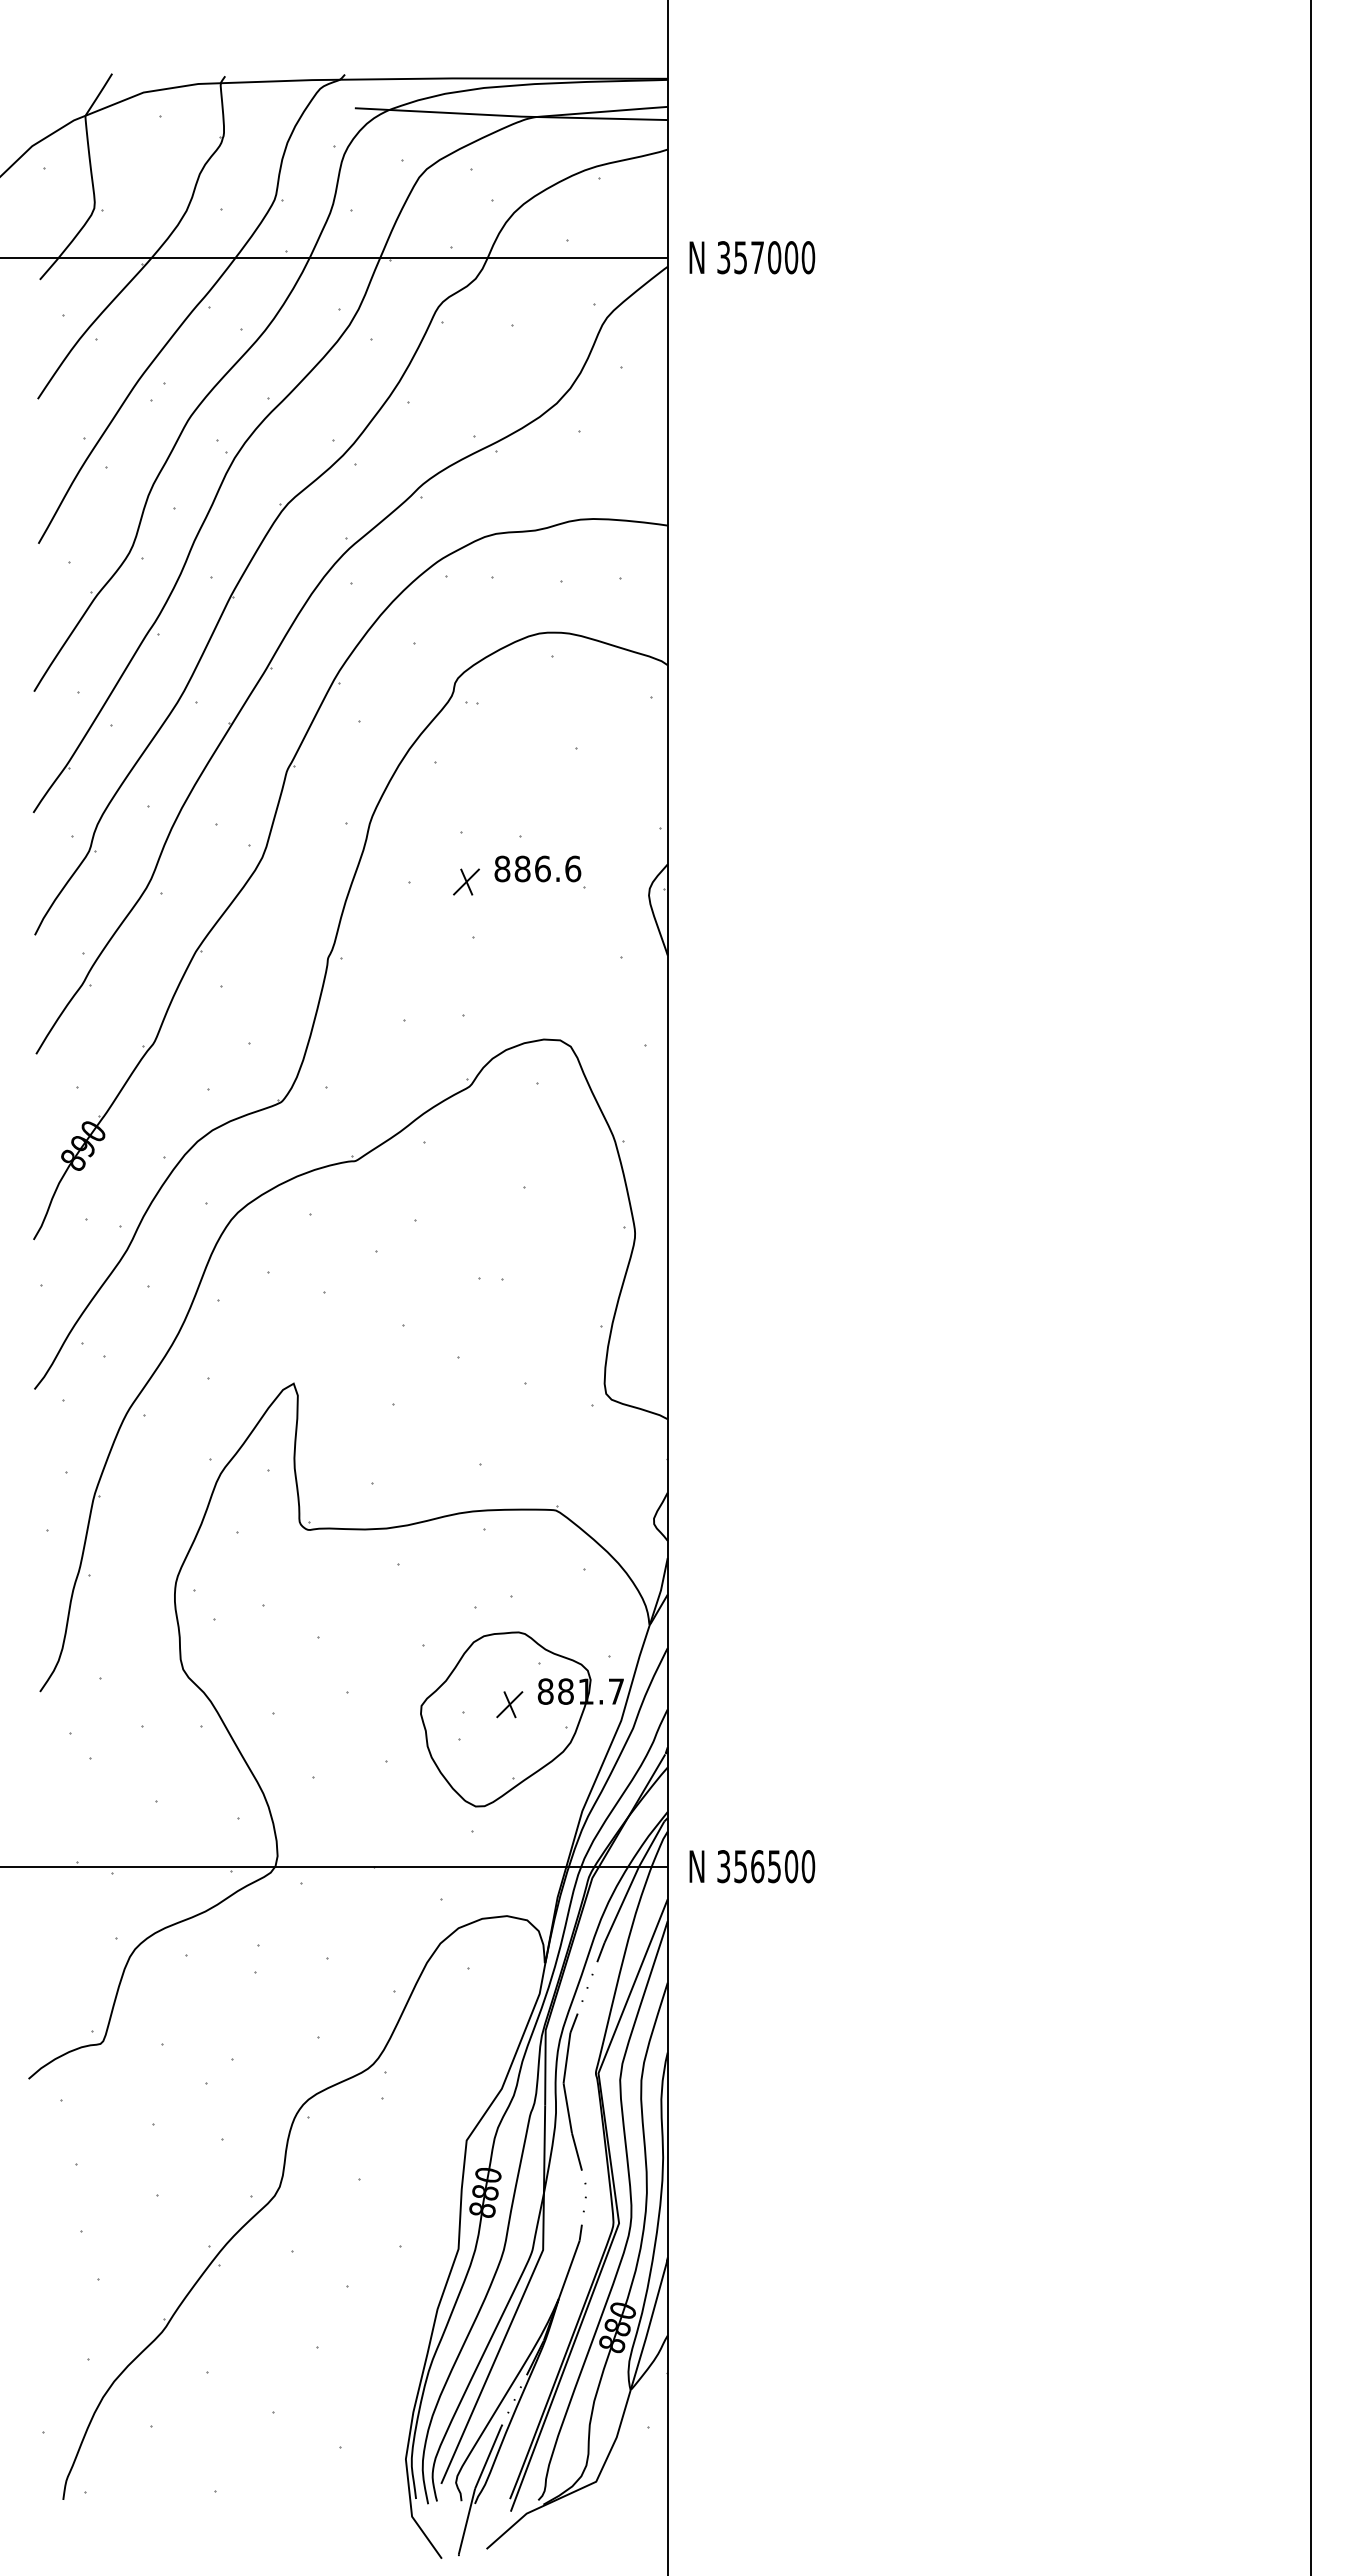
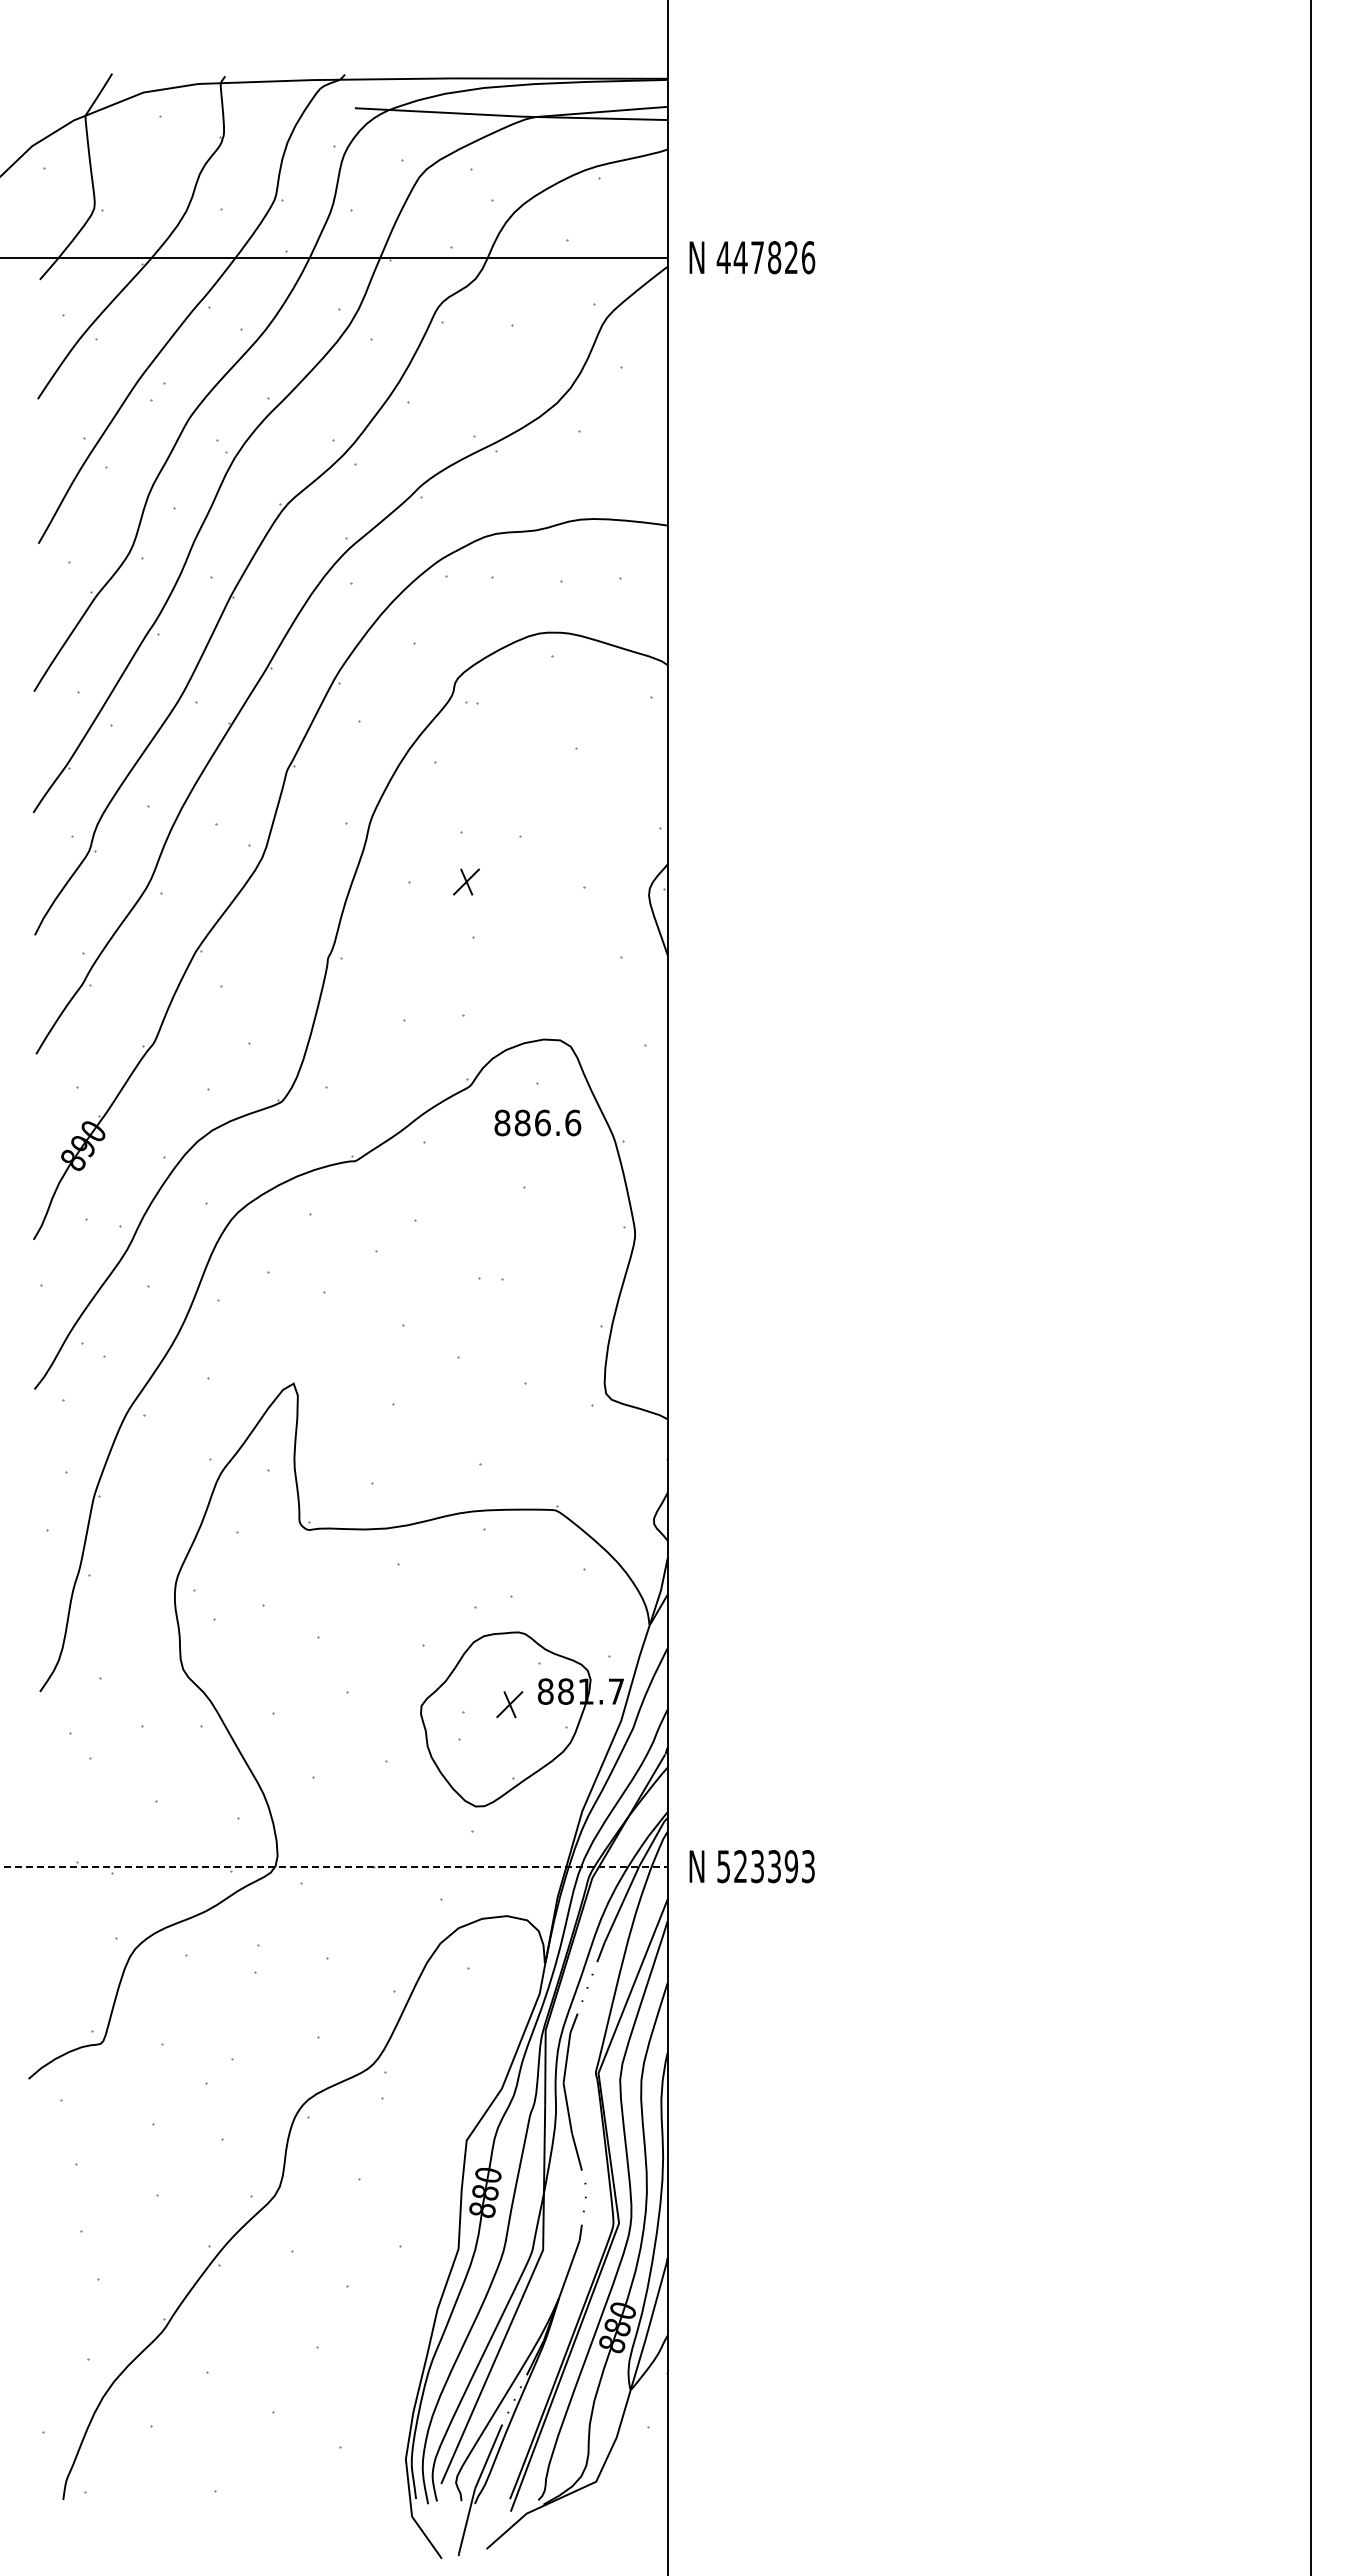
text at (765, 257): 357000 -> 447826
text at (537, 868) position: (537, 868) -> (537, 1122)
line at (335, 1866): solid -> dashed
text at (766, 1866): 356500 -> 523393
